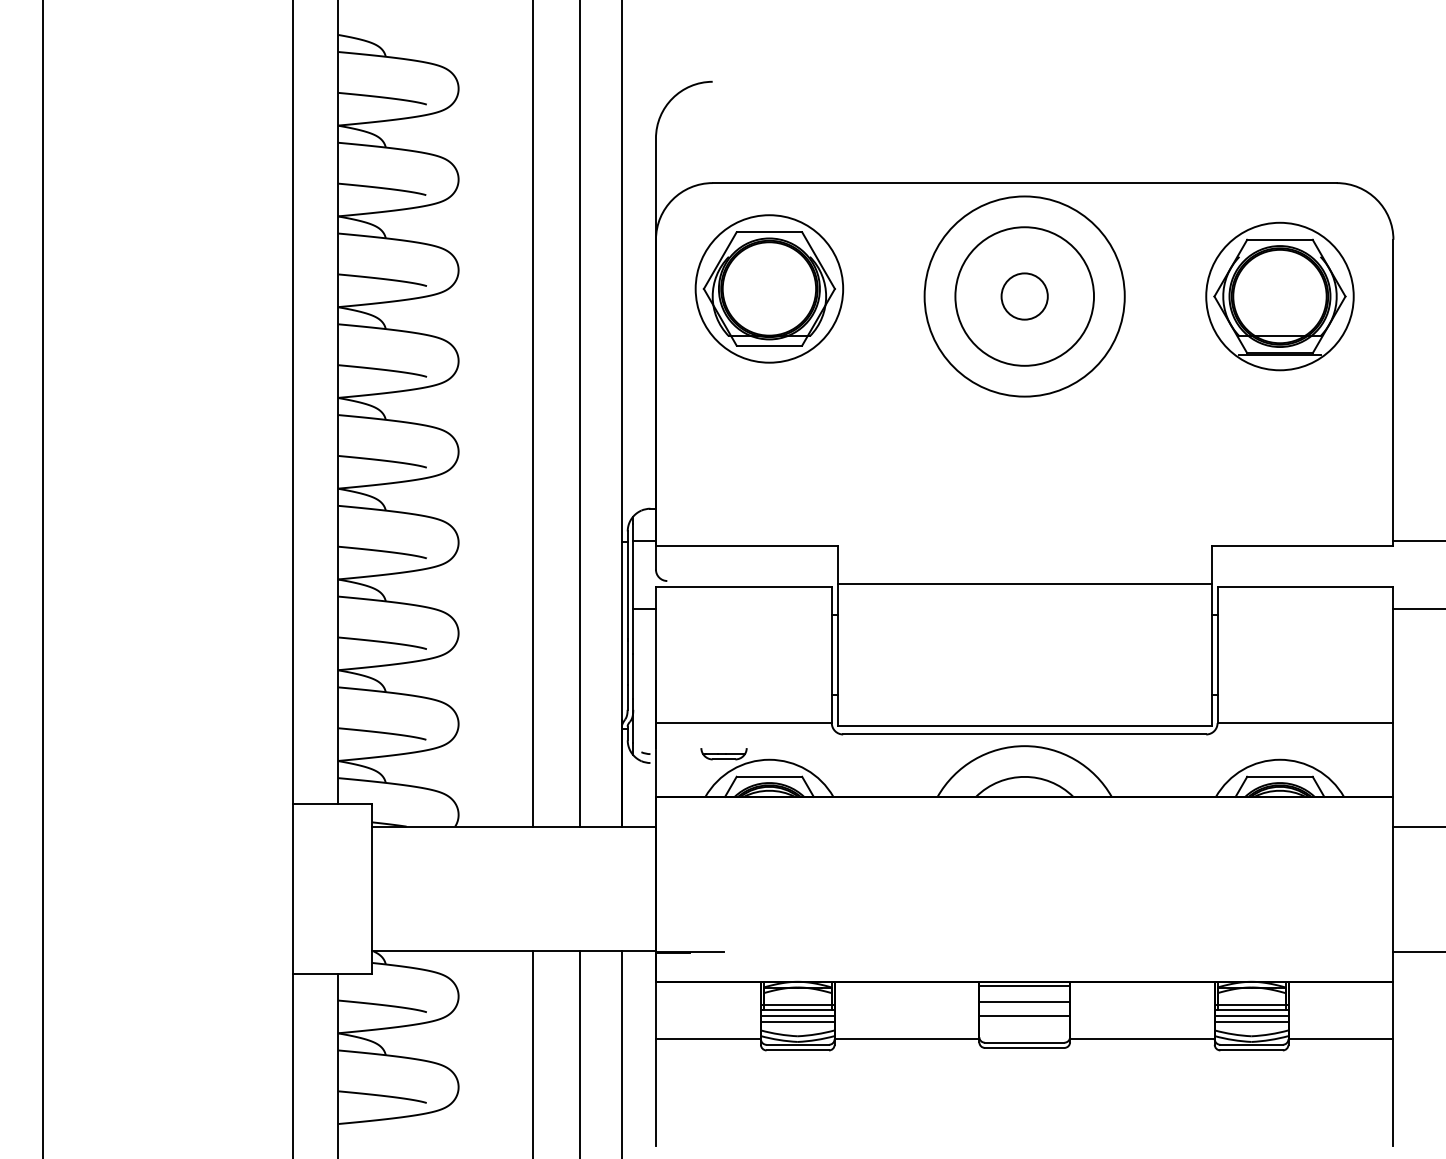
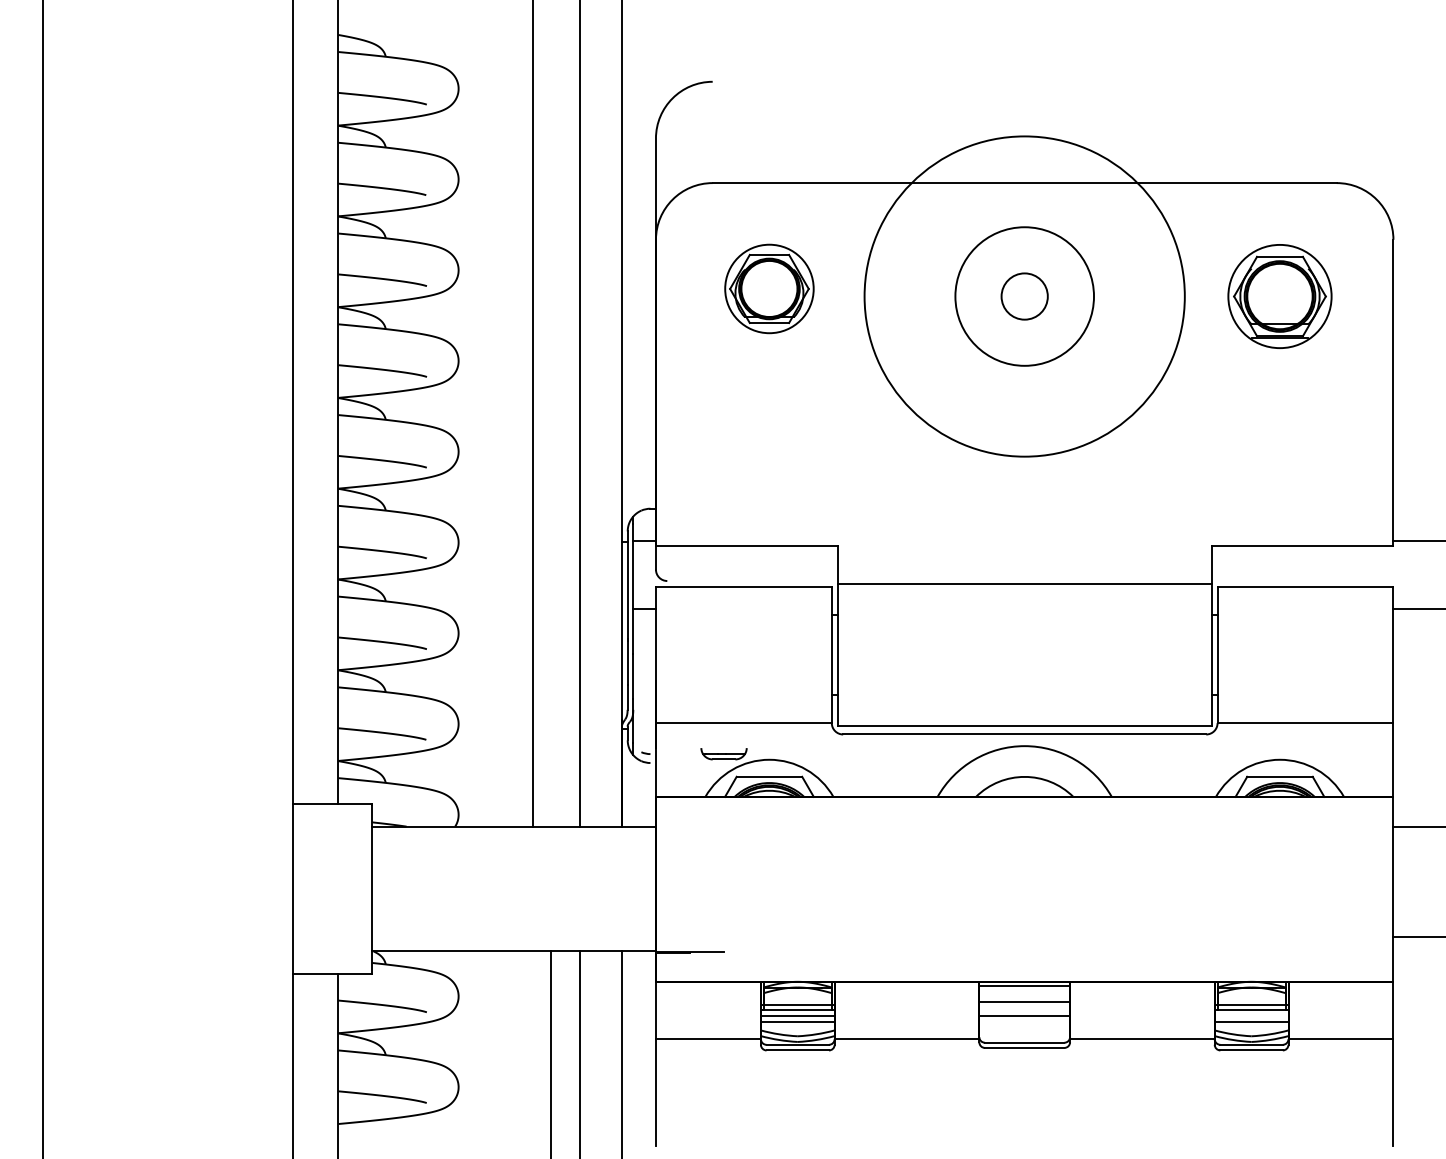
part at (769, 288) size: 151x150 px -> 91x92 px
circle at (1024, 296) diameter: 200 px -> 320 px
part at (1279, 296) size: 150x151 px -> 106x105 px
line at (1417, 951) position: (1417, 951) -> (1417, 936)
line at (1251, 1015): present -> none
line at (532, 1053) position: (532, 1053) -> (550, 1053)
